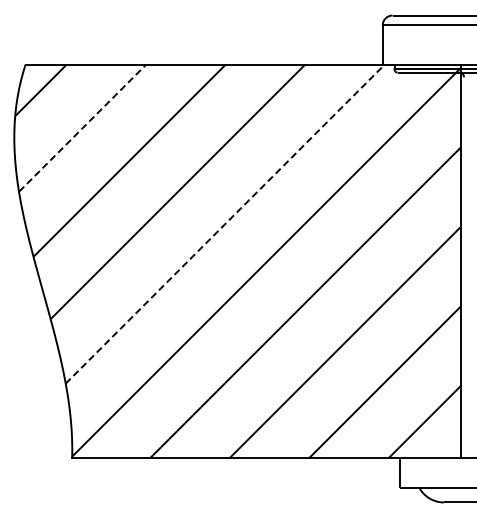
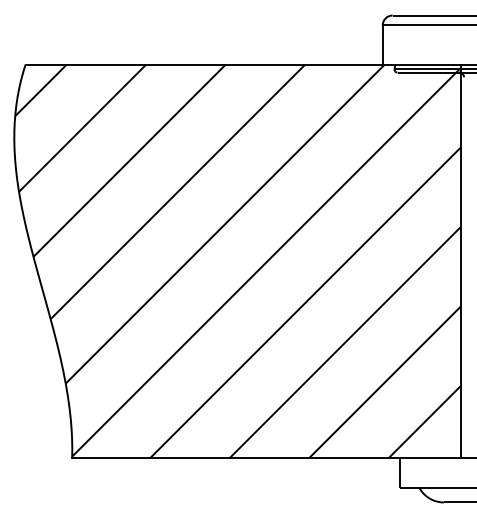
line at (82, 128): dashed -> solid
line at (225, 224): dashed -> solid
